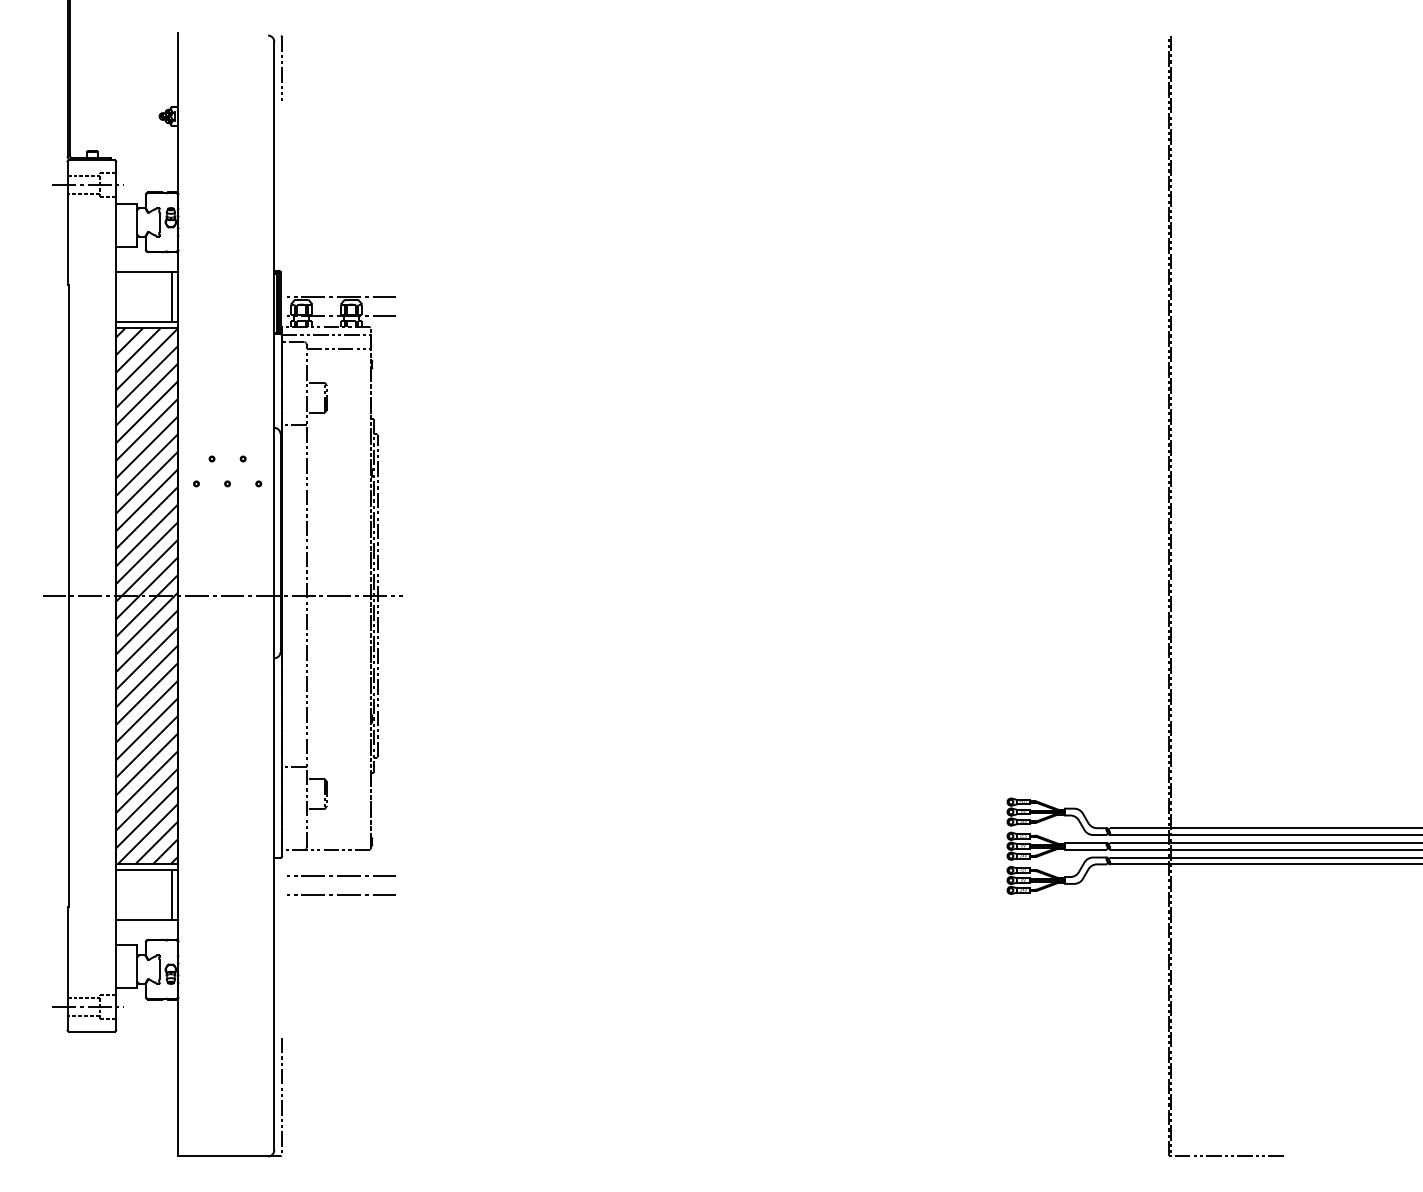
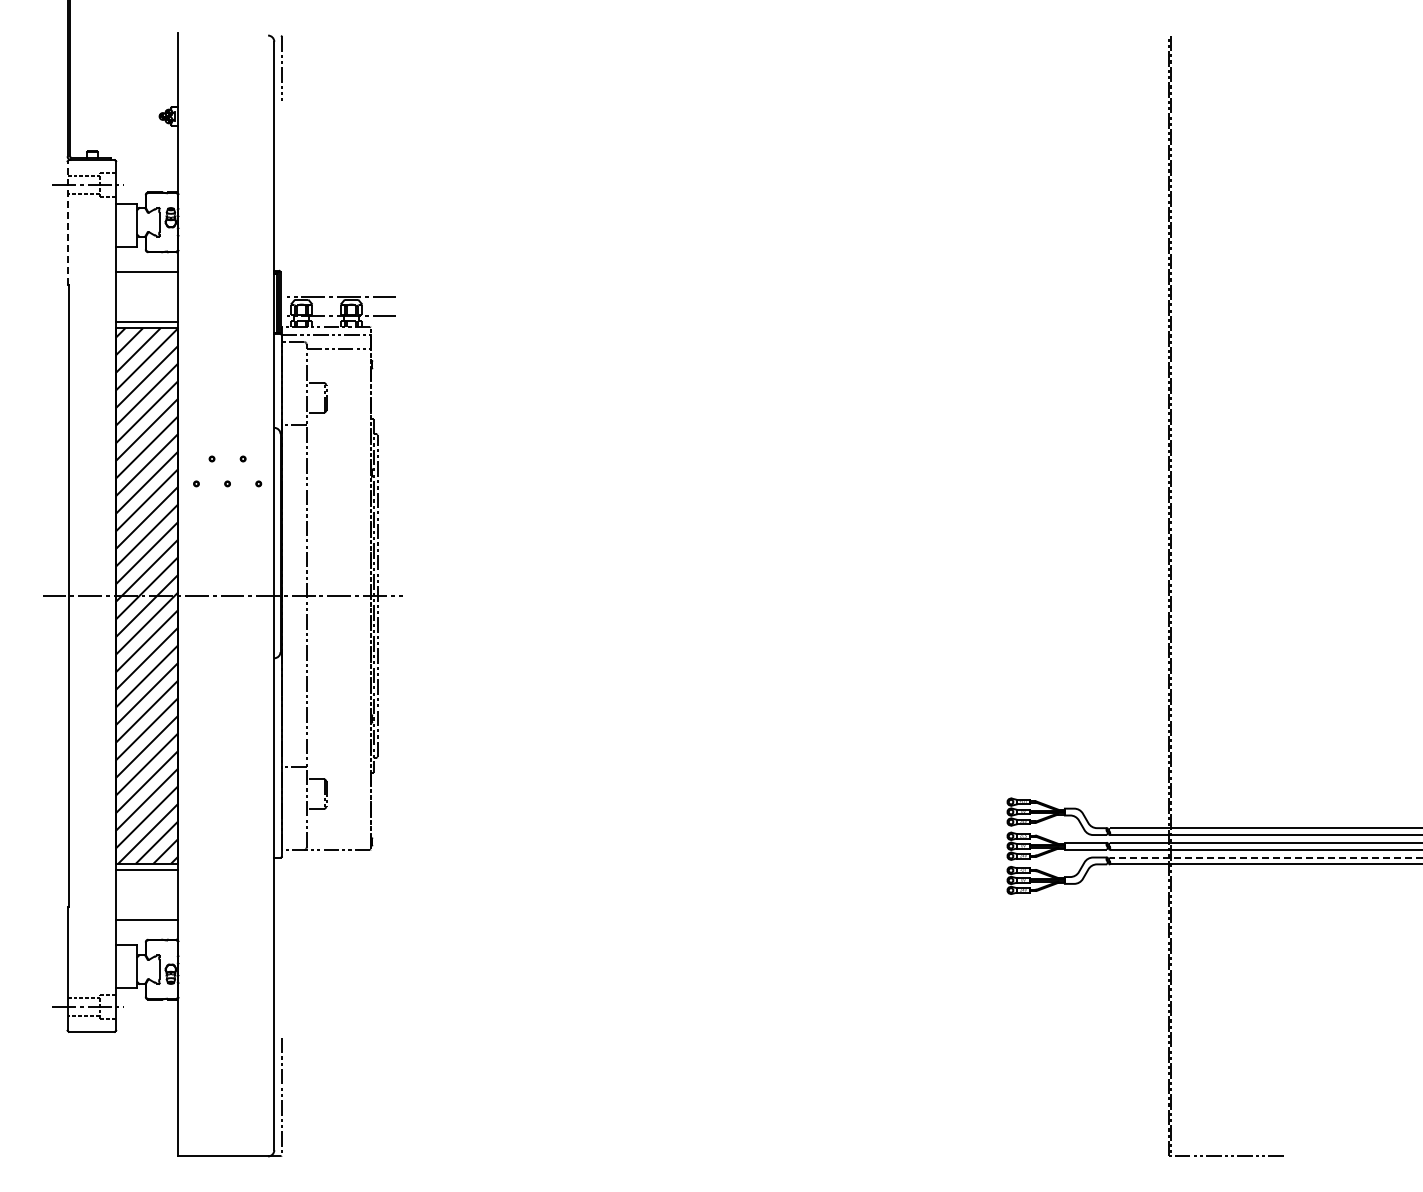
line at (67, 223): solid -> dashed
line at (172, 297): present -> none
line at (1266, 857): solid -> dashed
line at (341, 876): present -> none
line at (172, 894): present -> none
line at (341, 894): present -> none
